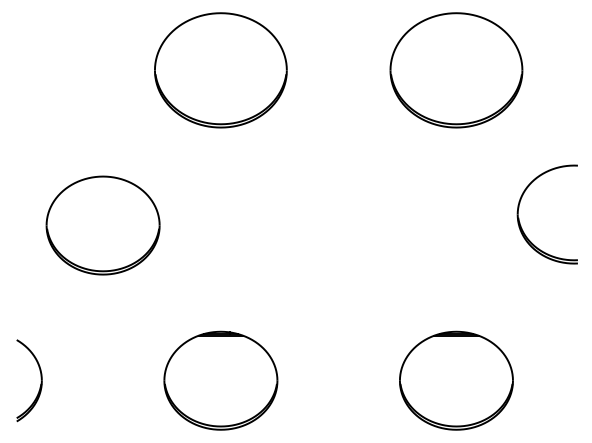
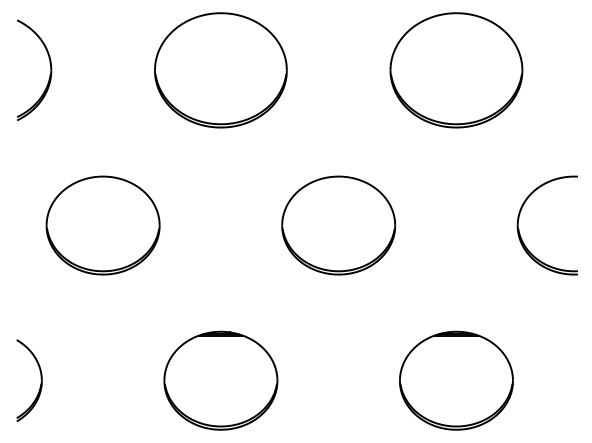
part at (49, 74): none -> present
part at (520, 222) position: (520, 222) -> (520, 233)
part at (338, 225): none -> present
